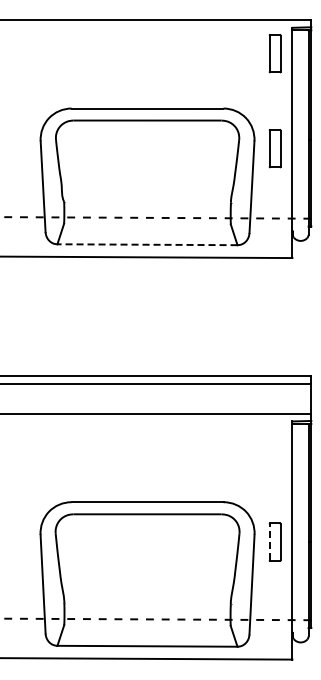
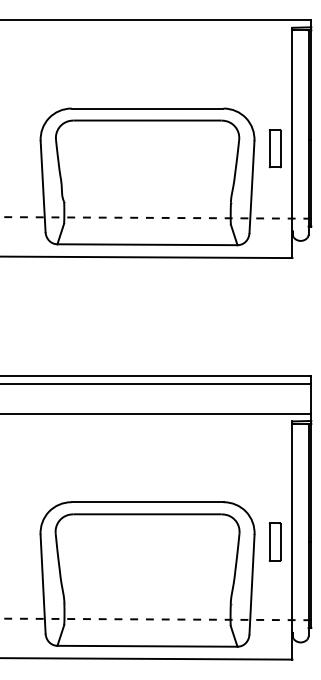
part at (274, 53): present -> none
line at (146, 244): dashed -> solid
line at (269, 541): dashed -> solid
